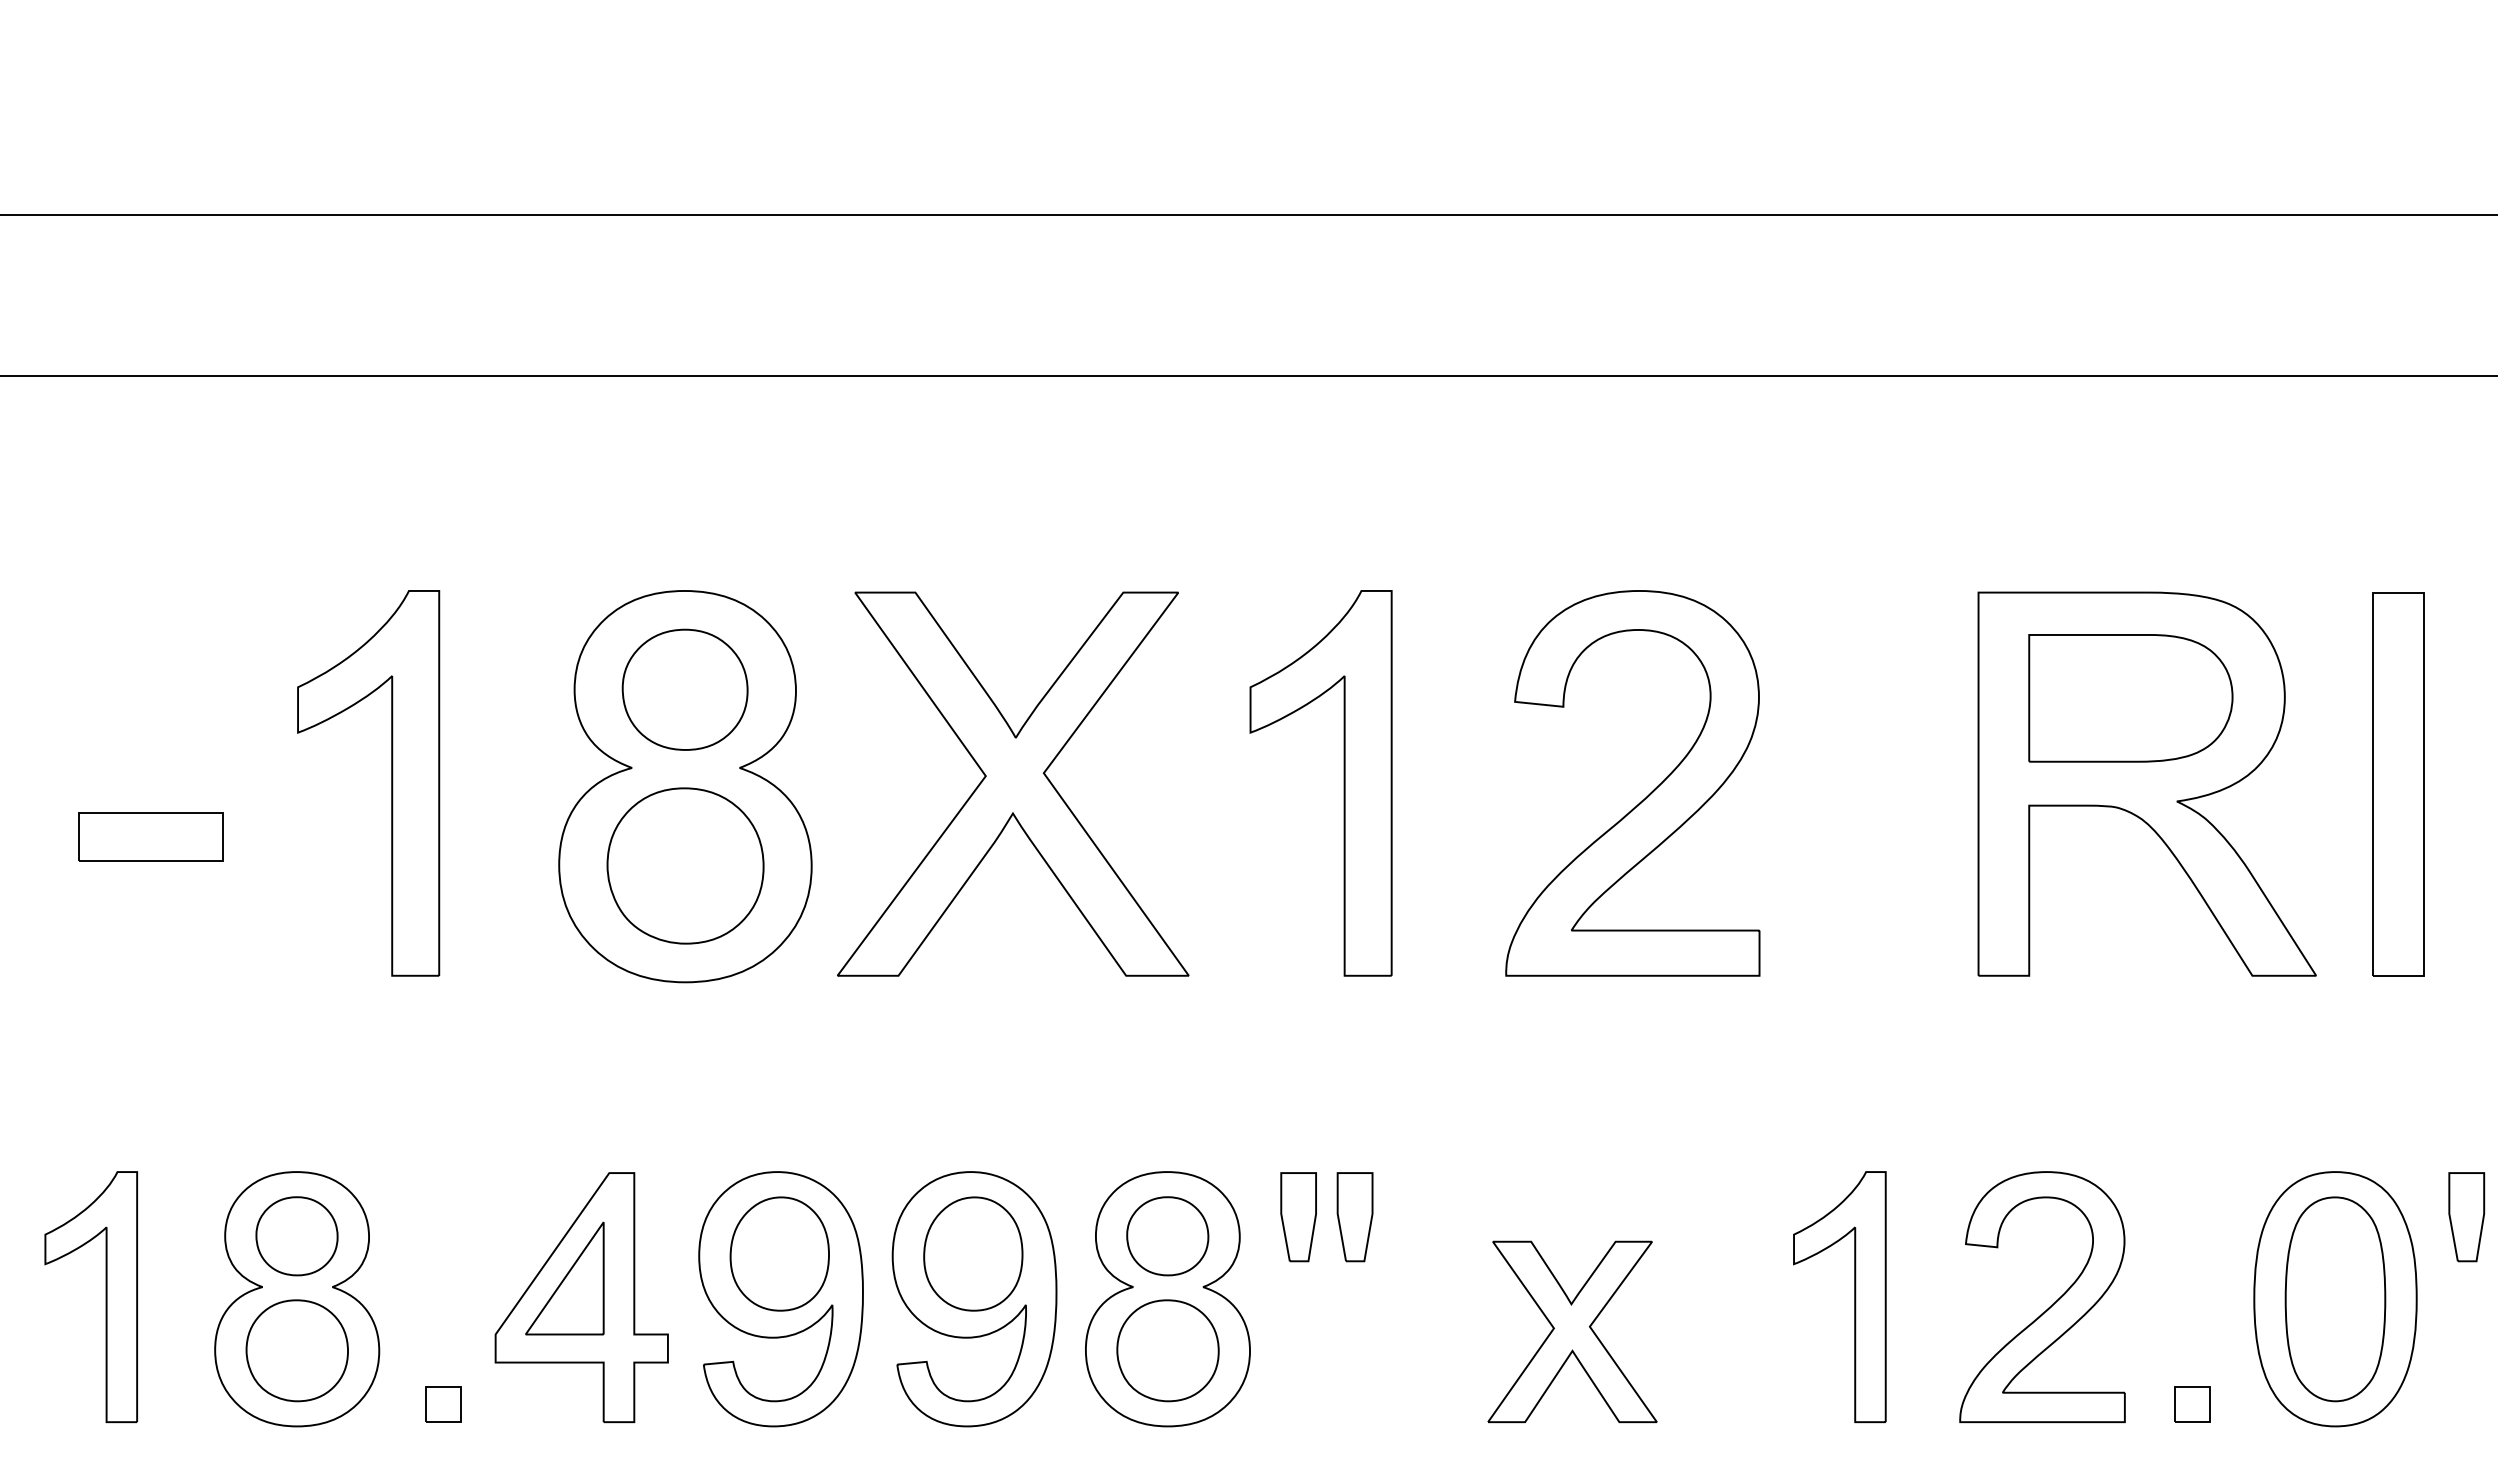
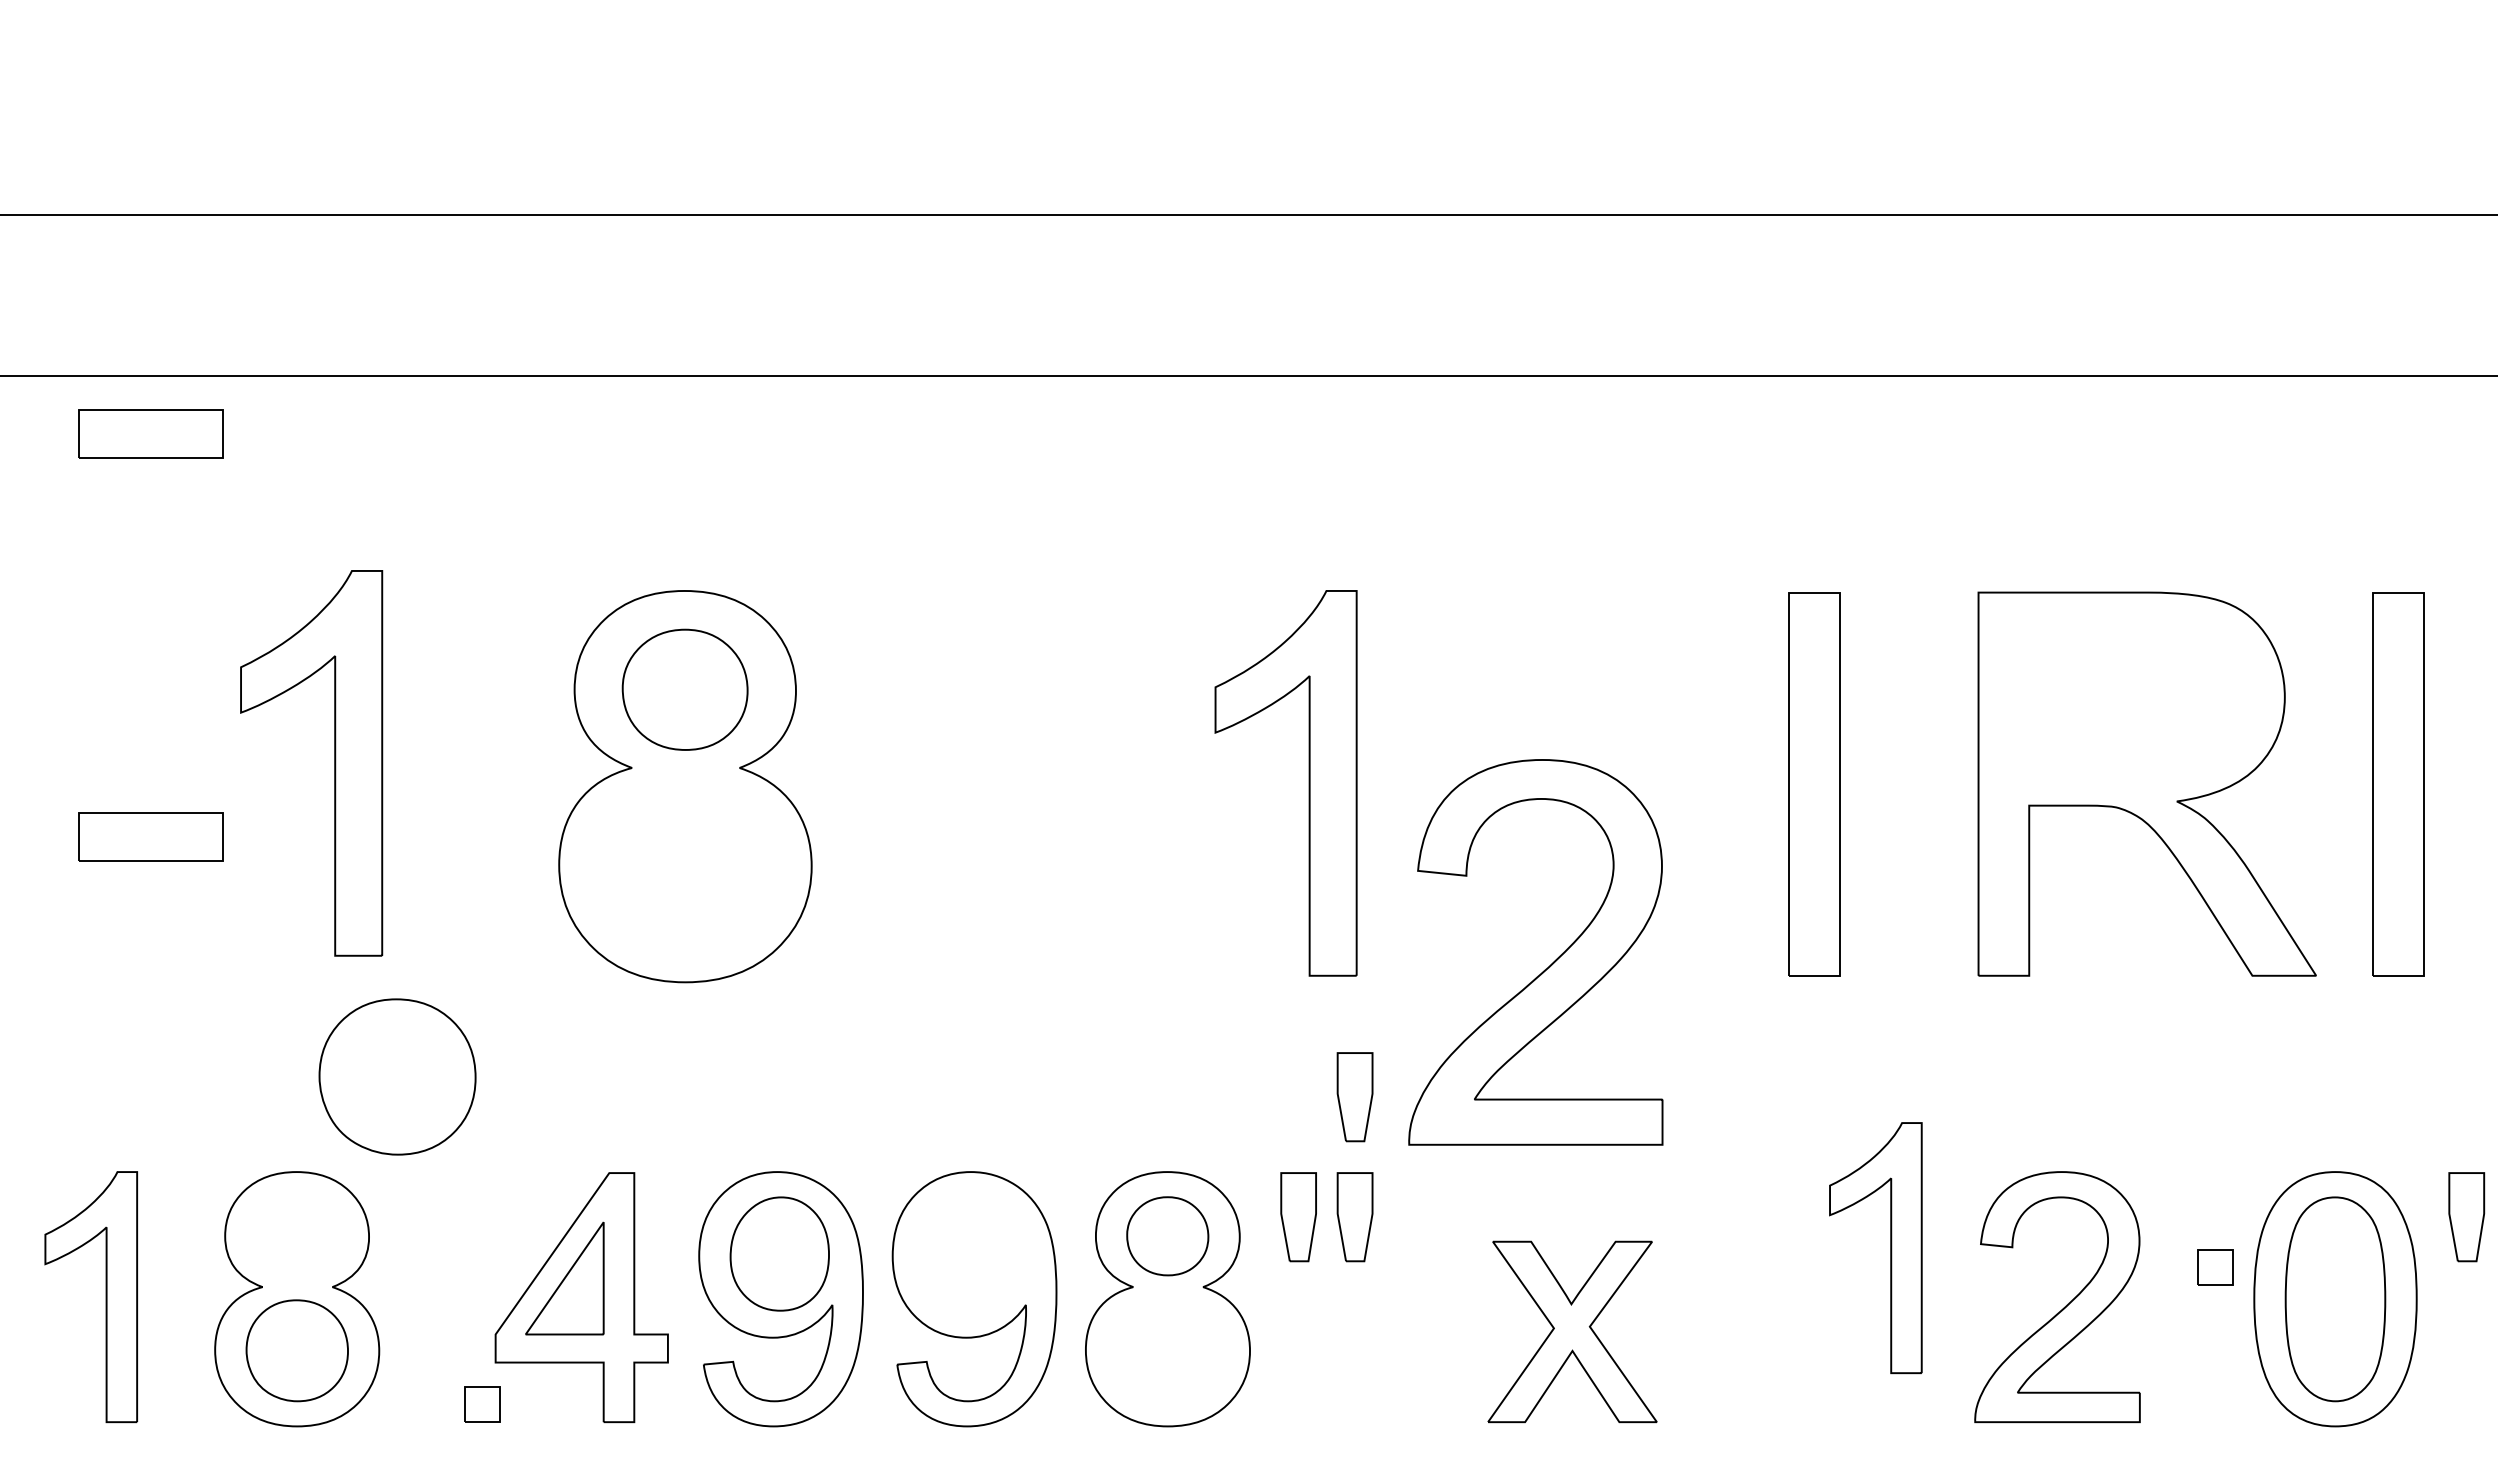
part at (150, 433): none -> present
part at (2130, 698): present -> none
part at (391, 783) position: (391, 783) -> (334, 763)
part at (1013, 783): present -> none
part at (1343, 783) position: (1343, 783) -> (1308, 783)
part at (1814, 784): none -> present
part at (1646, 796) position: (1646, 796) -> (1549, 965)
part at (685, 865) position: (685, 865) -> (397, 1076)
part at (1354, 1097): none -> present
part at (296, 1236): present -> none
part at (973, 1253): present -> none
part at (1854, 1297) position: (1854, 1297) -> (1890, 1248)
part at (2050, 1305) position: (2050, 1305) -> (2065, 1305)
part at (1167, 1350): present -> none
part at (443, 1404) position: (443, 1404) -> (482, 1404)
part at (2192, 1404) position: (2192, 1404) -> (2215, 1267)
